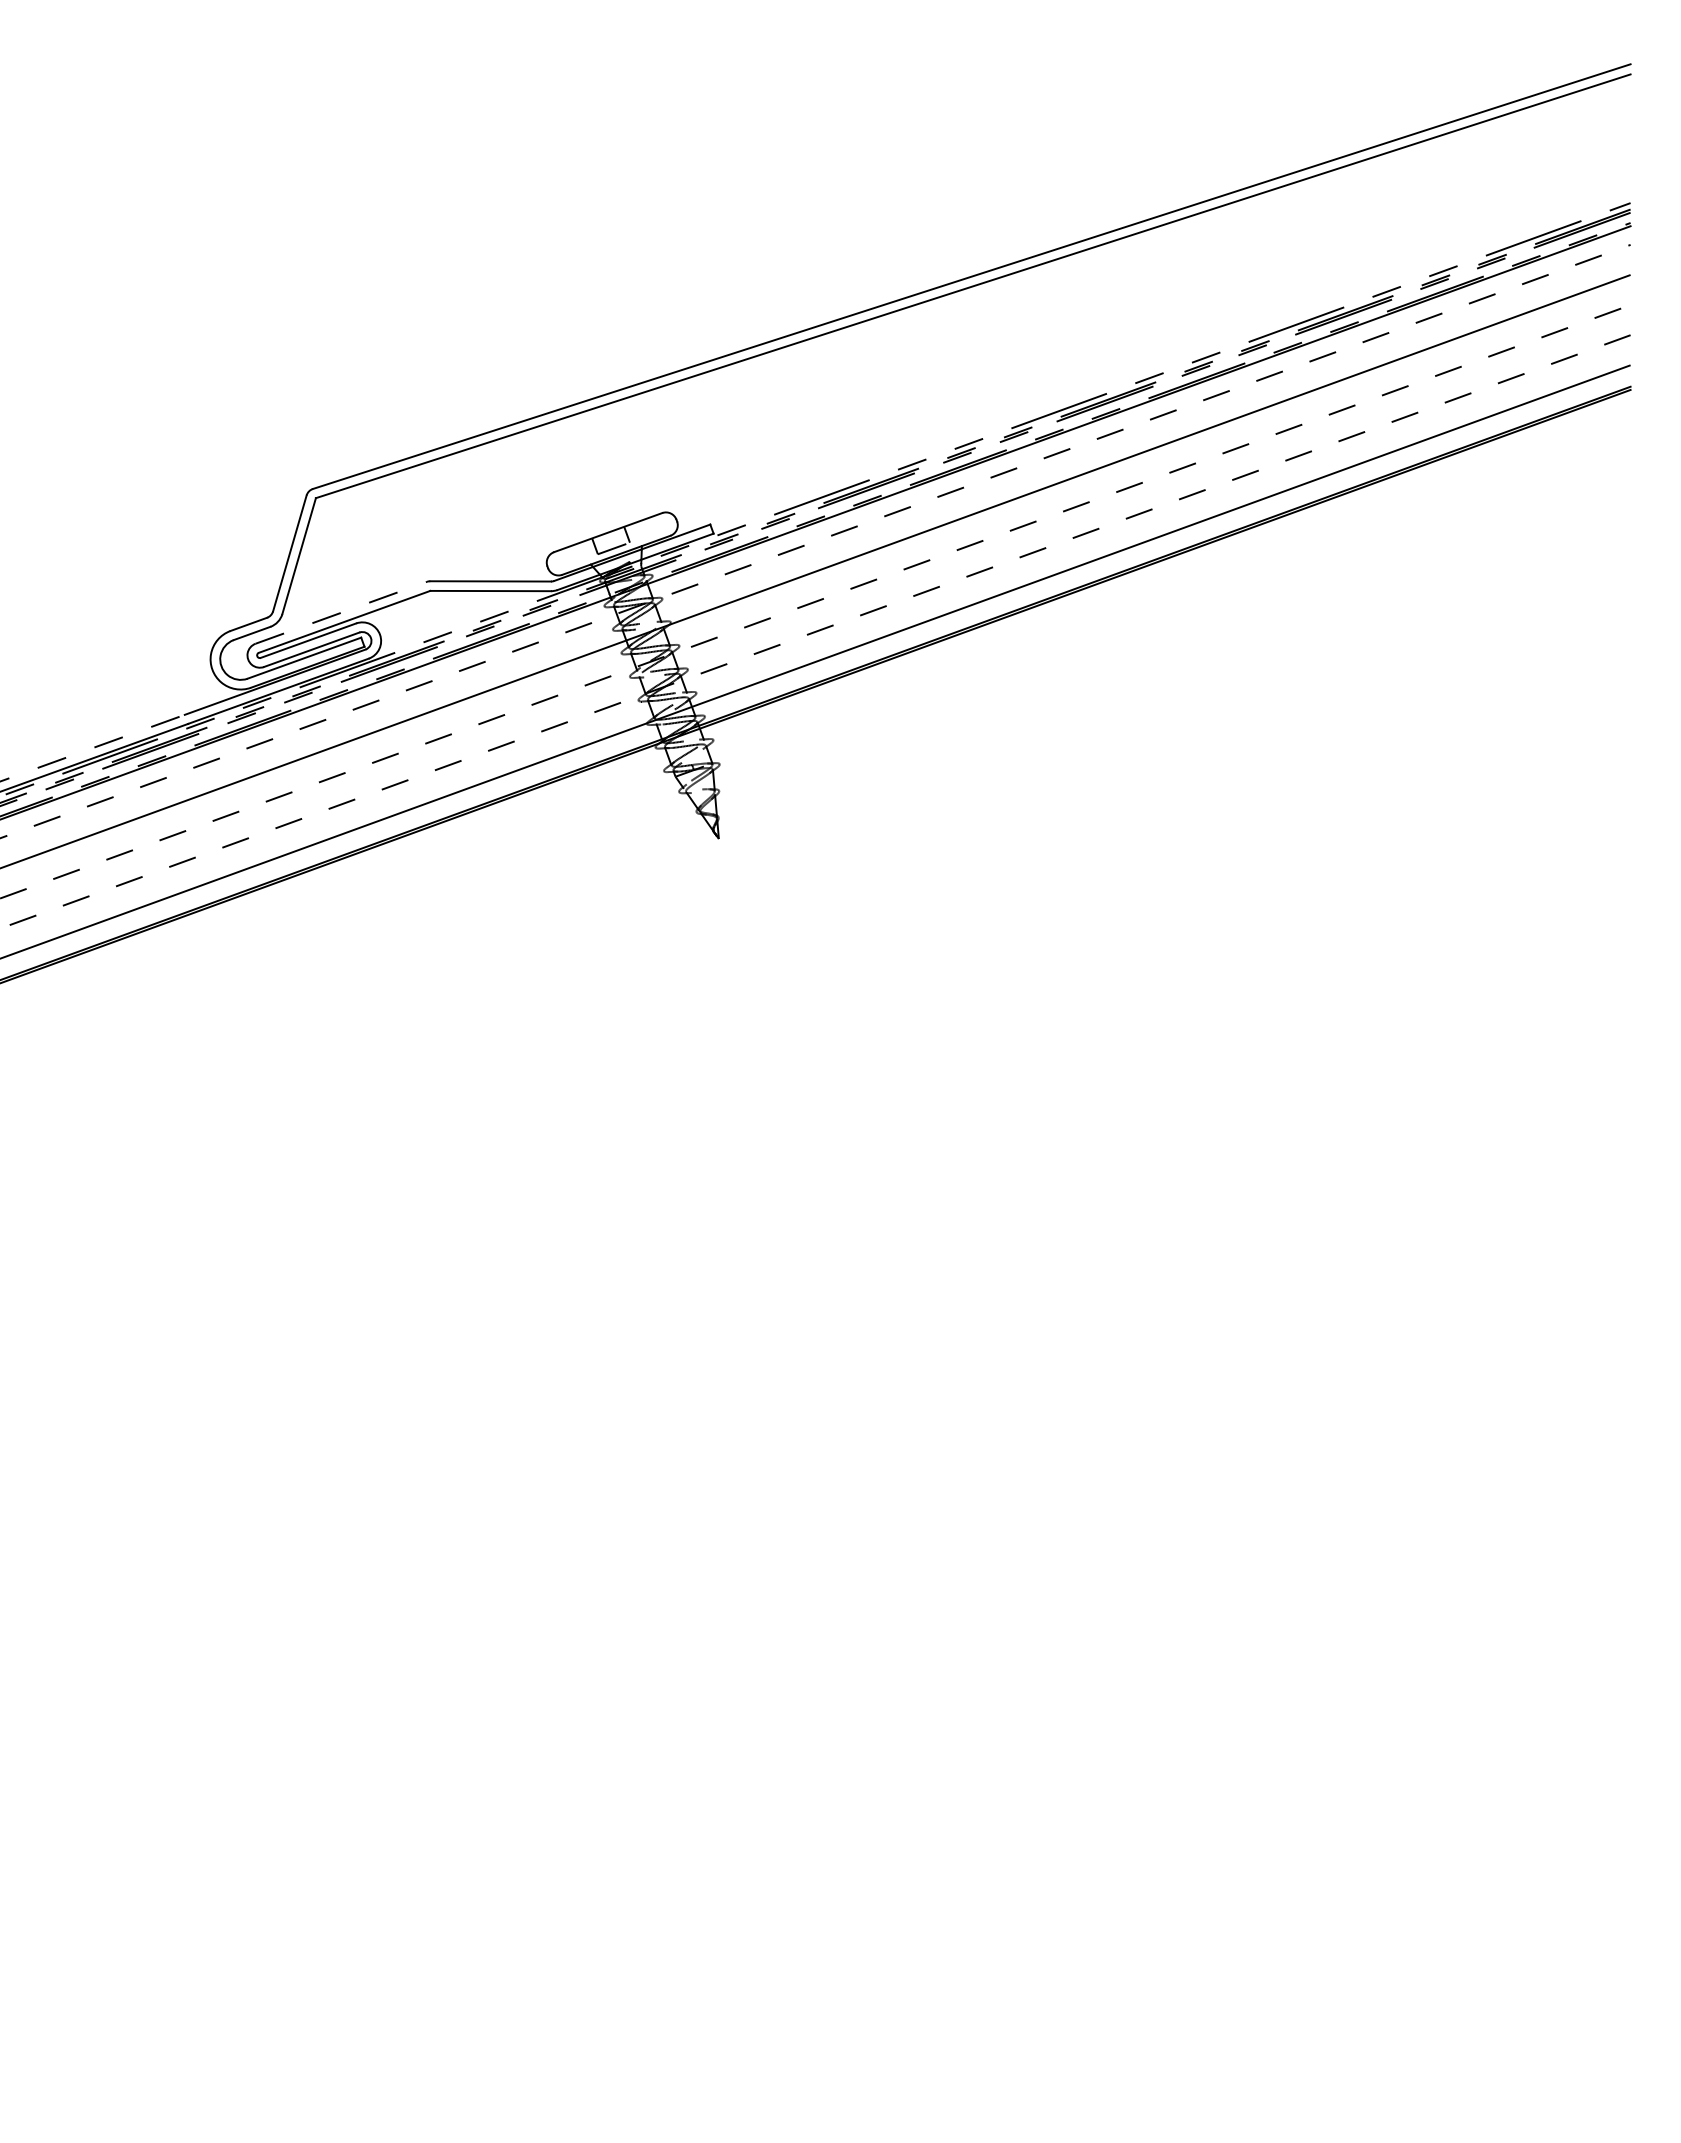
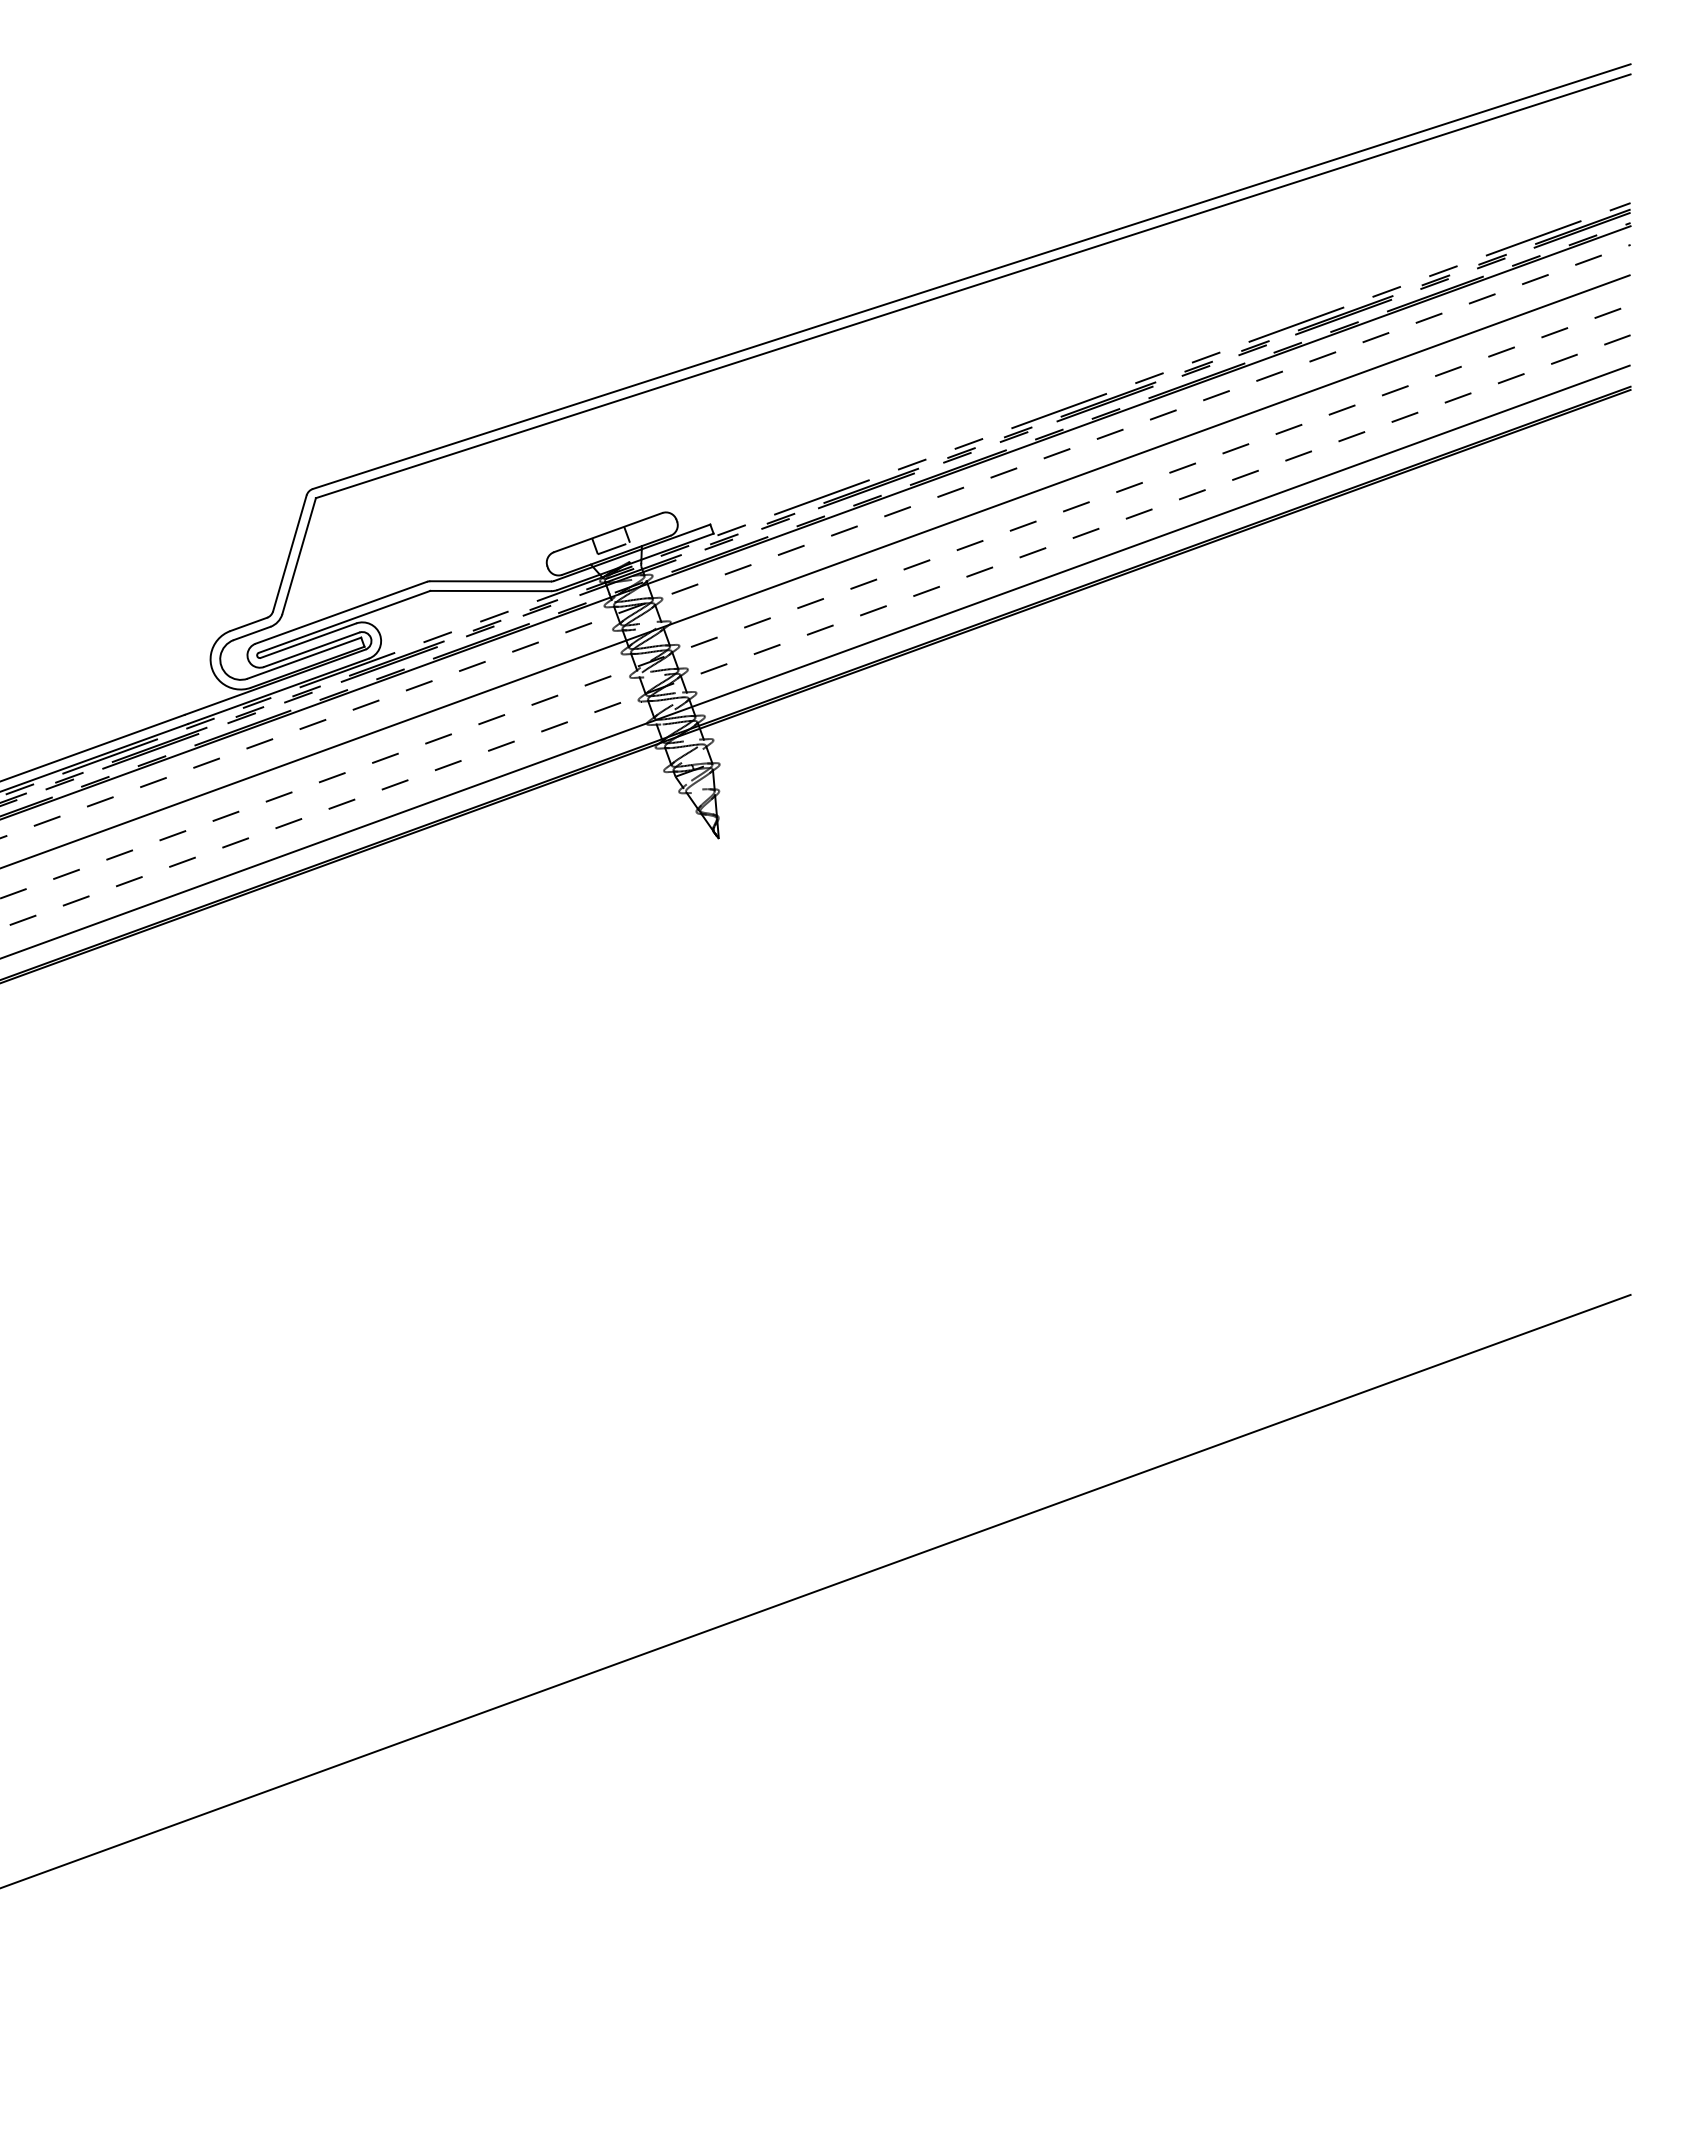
line at (341, 612): dashed -> solid
line at (92, 748): dashed -> solid
line at (816, 1590): none -> present
